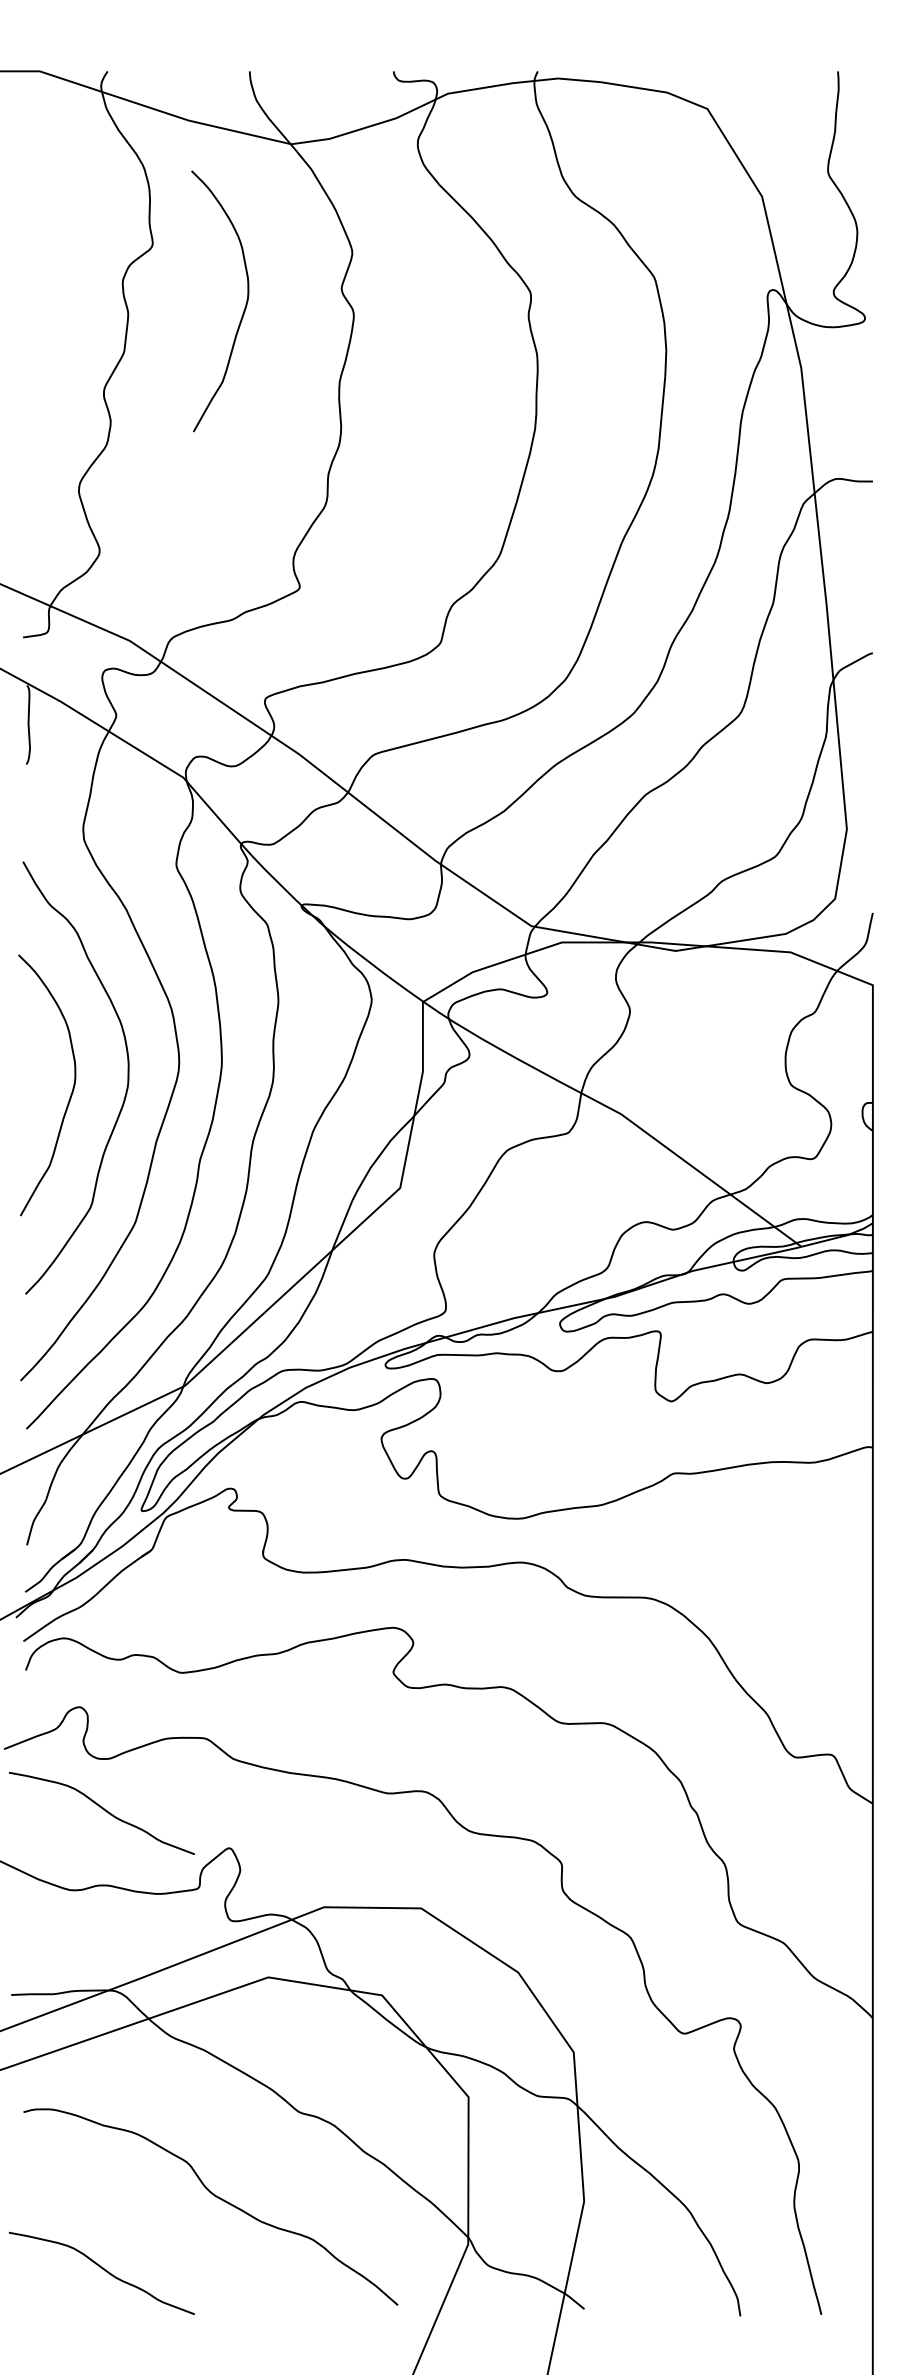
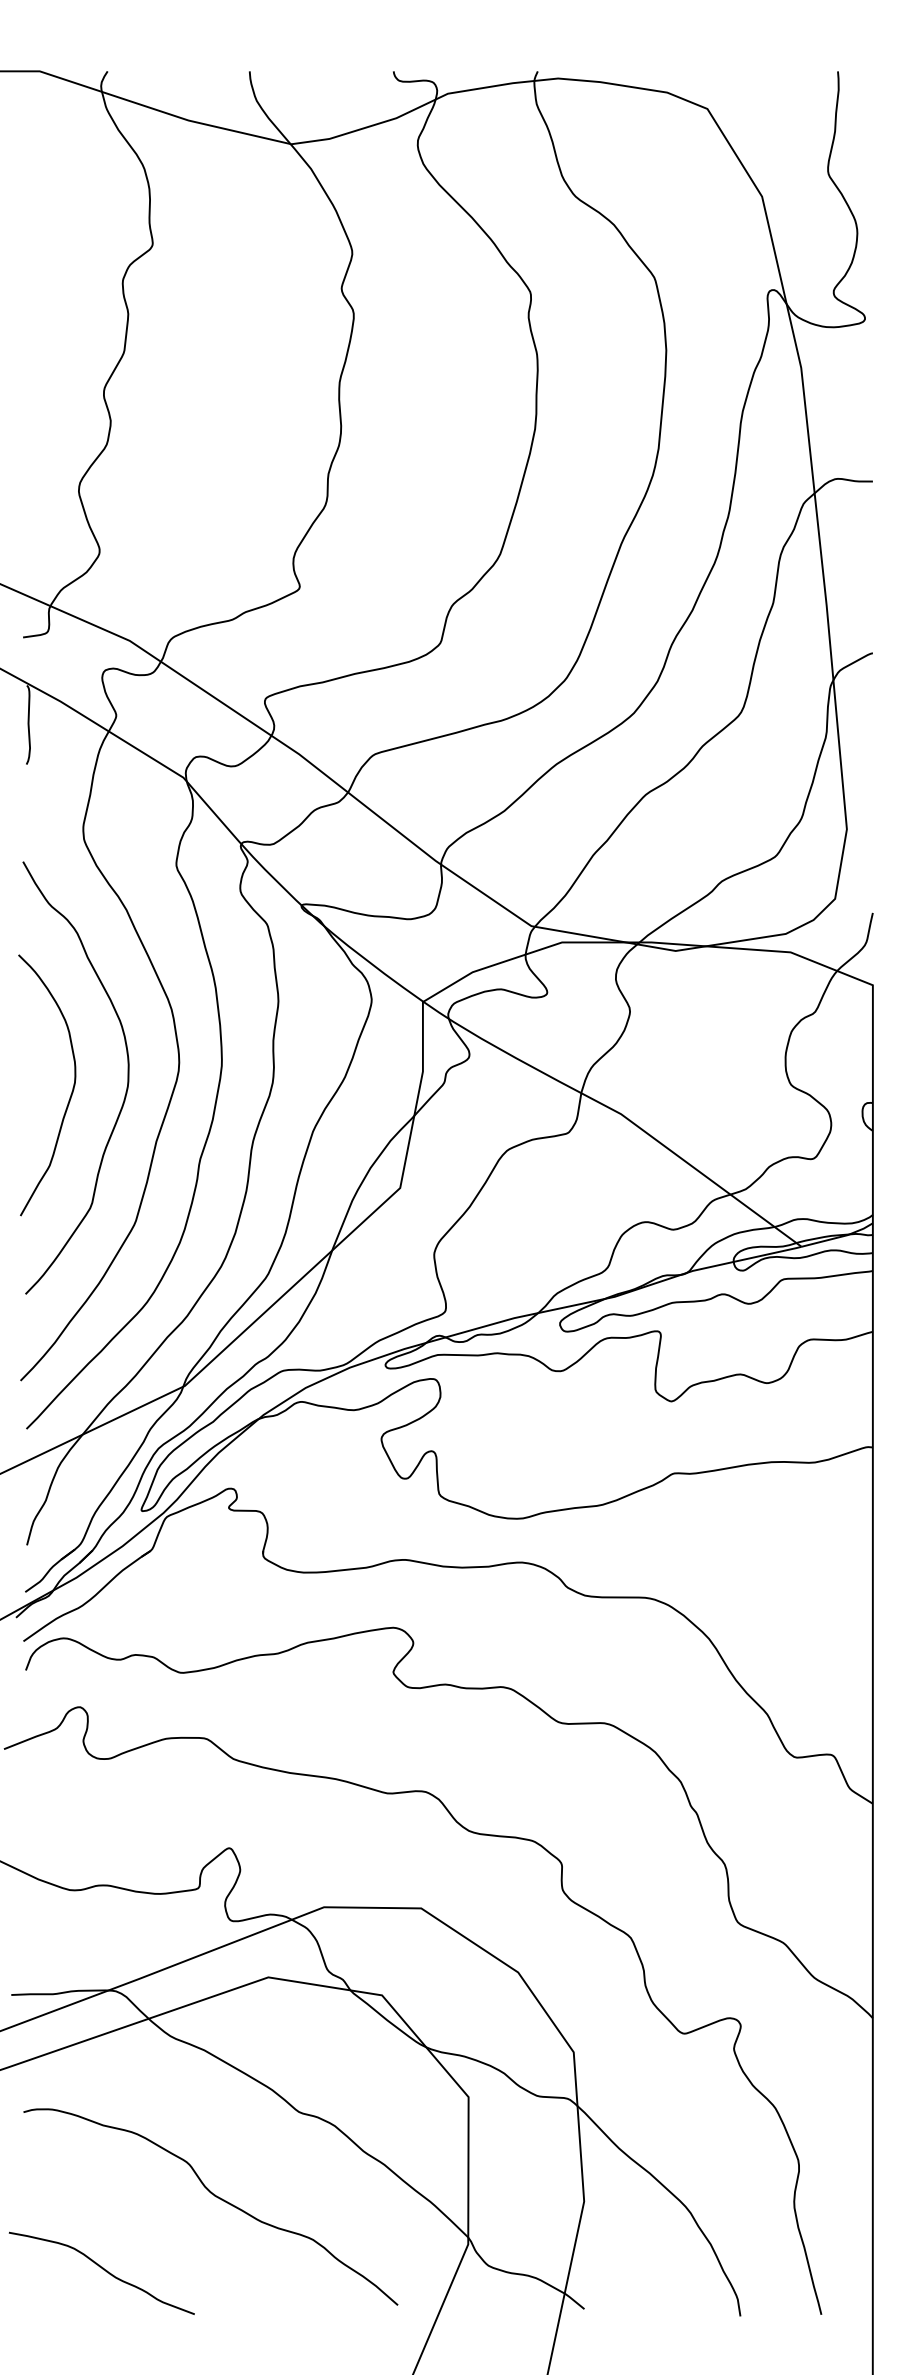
curve at (243, 310): present -> none
curve at (103, 1810): present -> none
